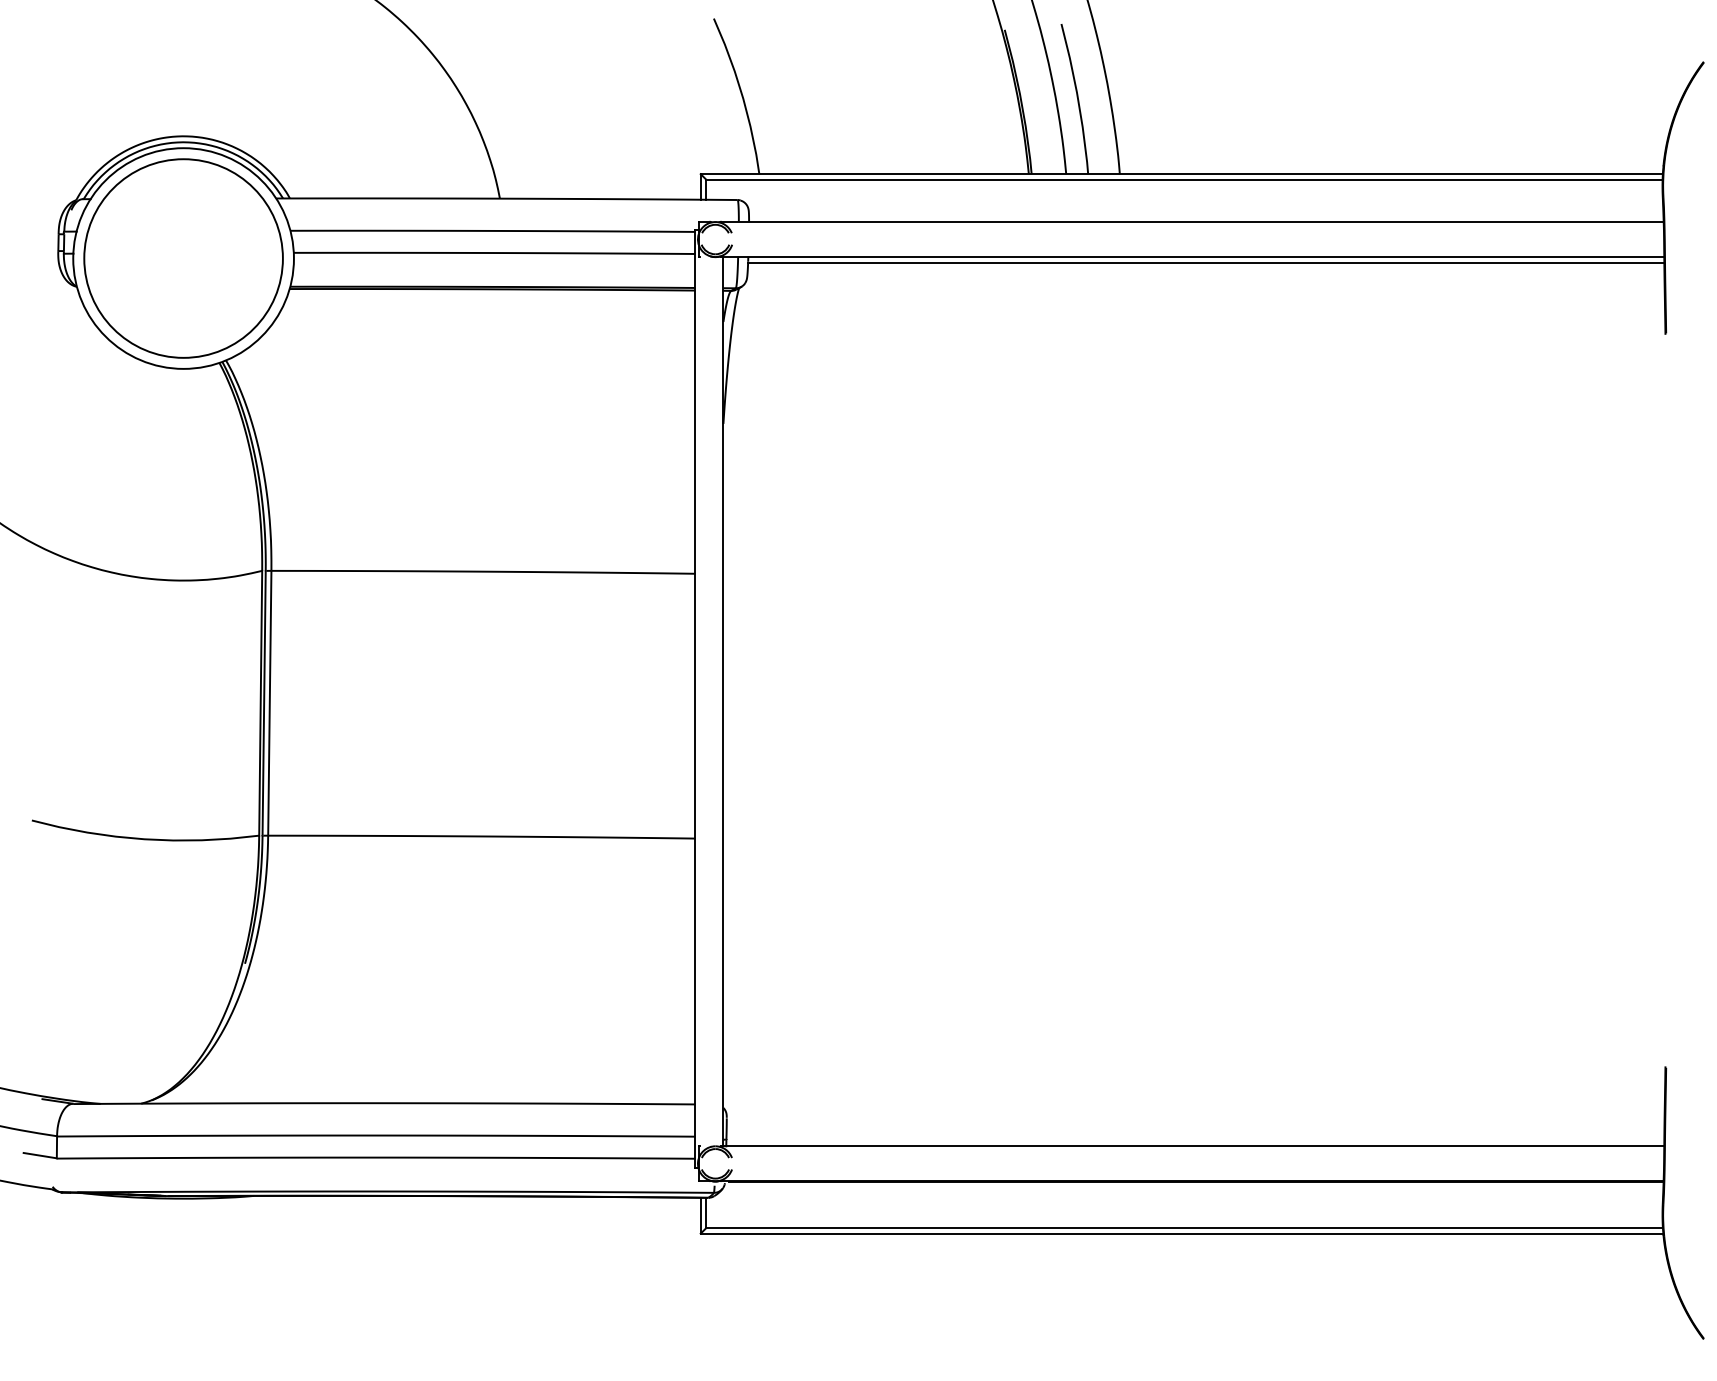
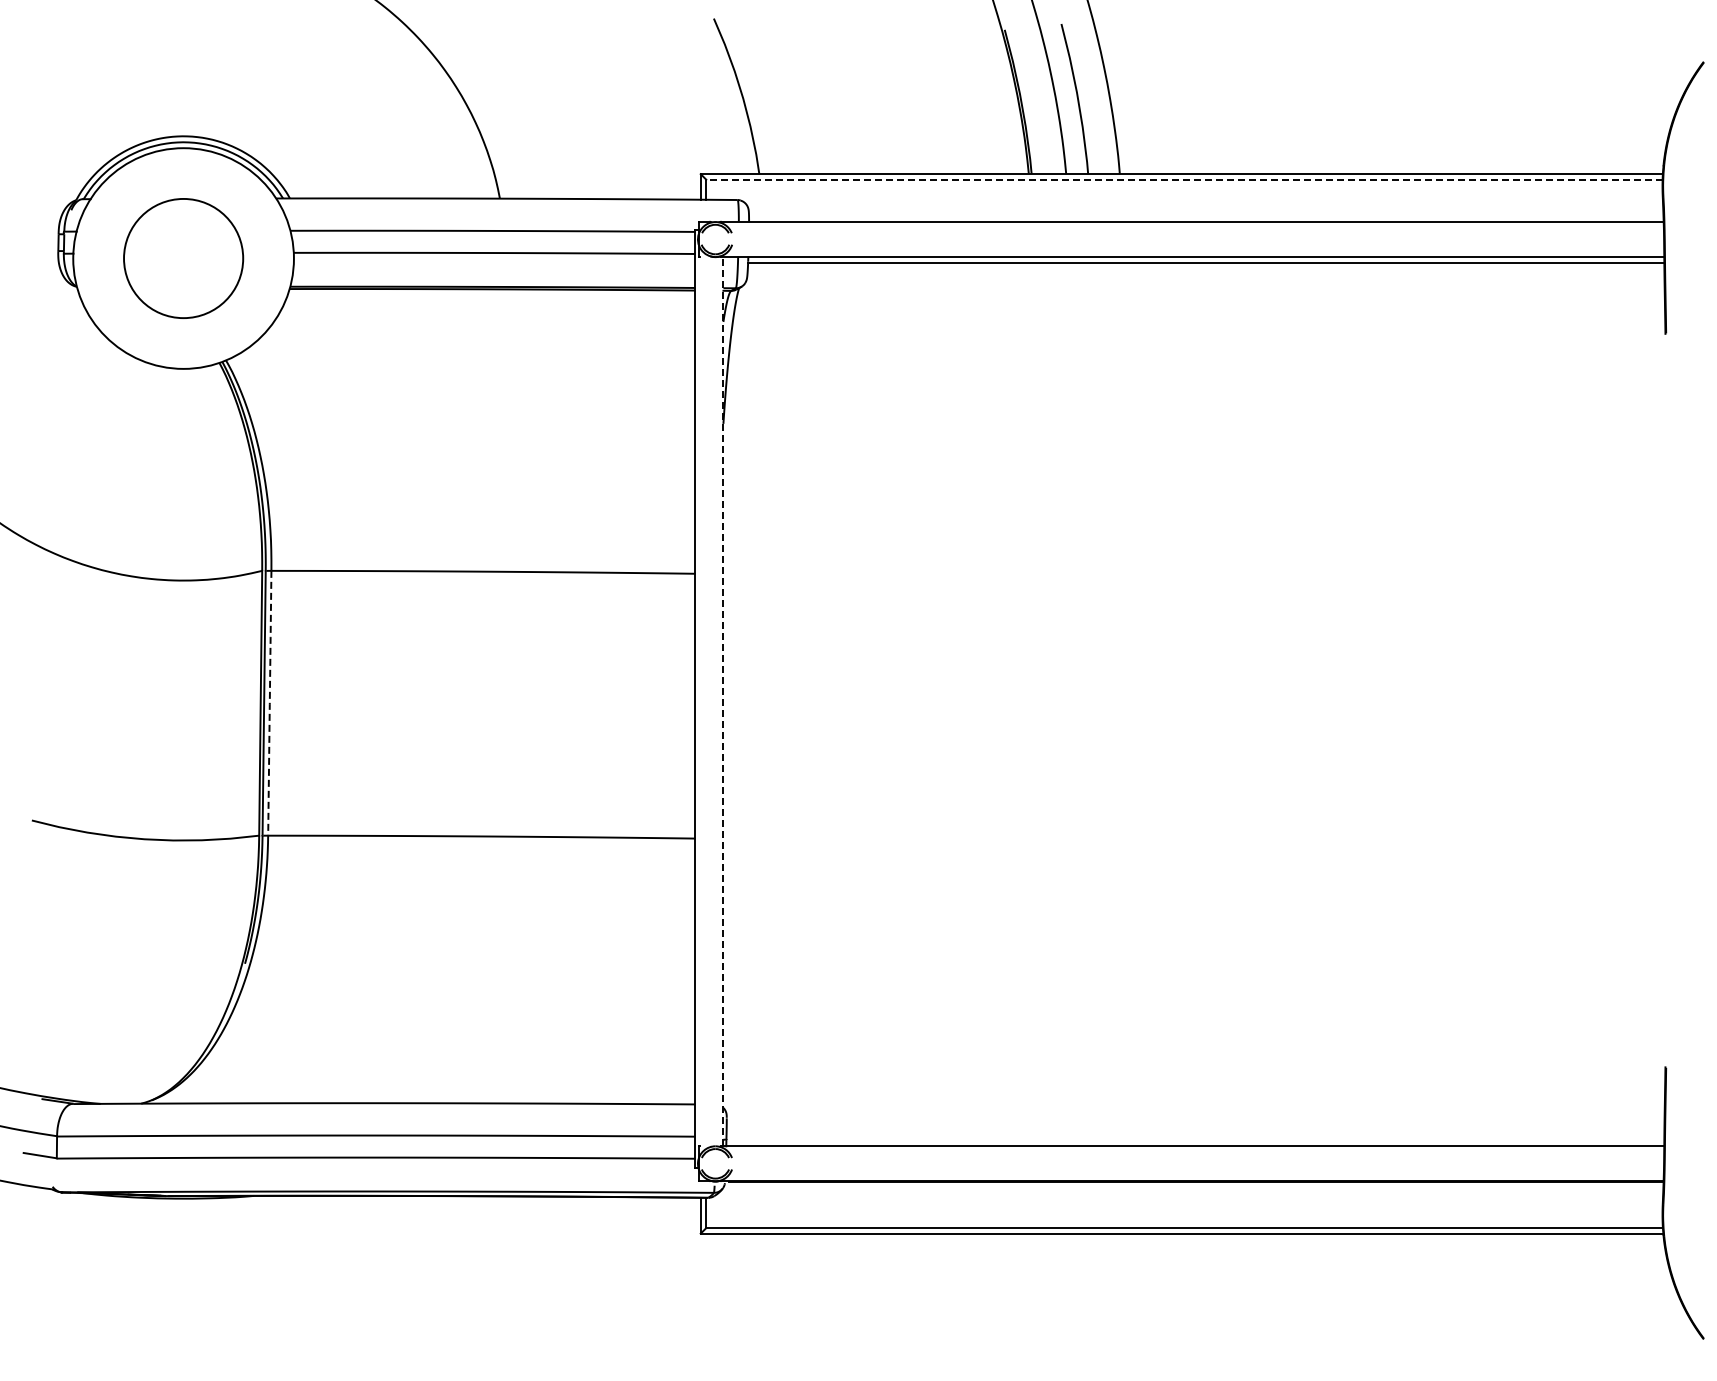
line at (1183, 179): solid -> dashed
circle at (183, 258) diameter: 199 px -> 119 px
line at (723, 701): solid -> dashed
line at (269, 702): solid -> dashed
